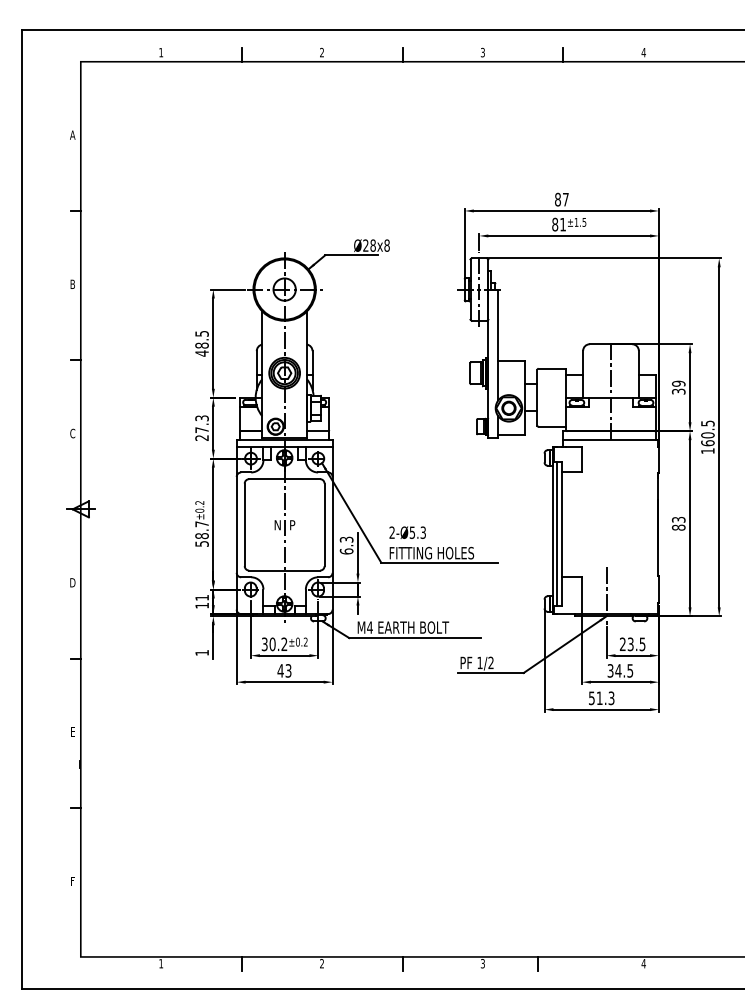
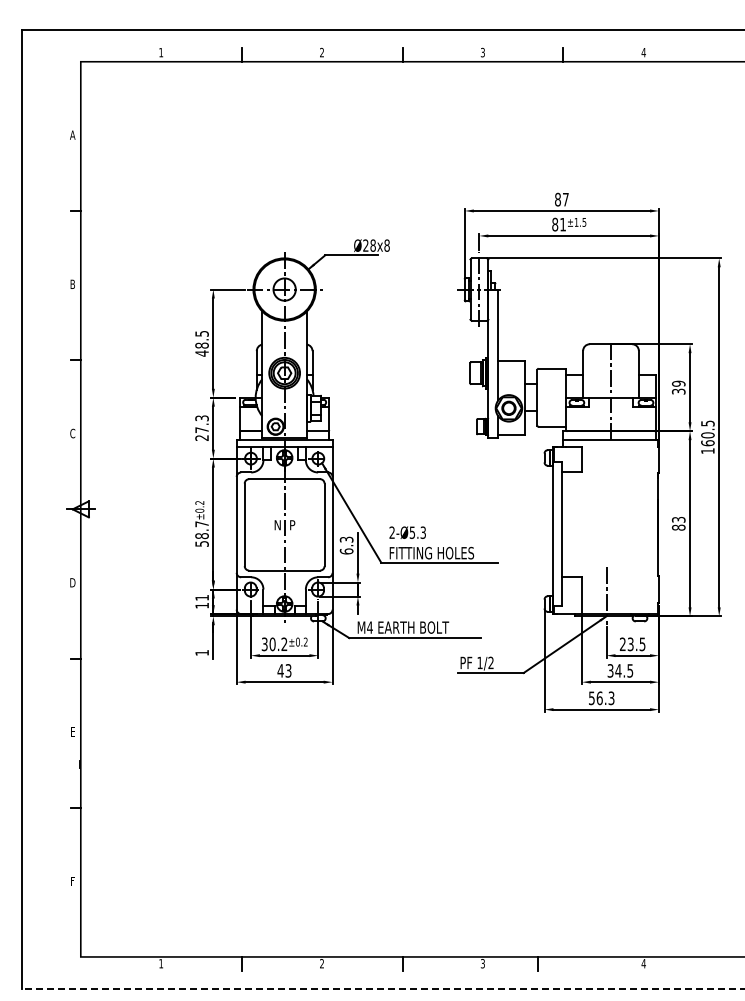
line at (557, 534): present -> none
text at (599, 698): 51.3 -> 56.3
line at (383, 988): solid -> dashed
